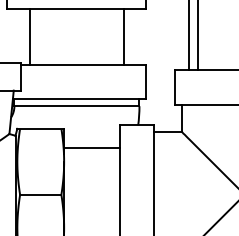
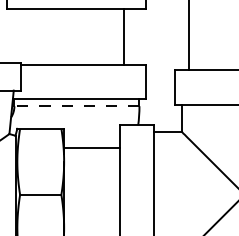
line at (198, 35): present -> none
line at (30, 36): present -> none
line at (76, 106): solid -> dashed
